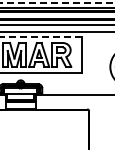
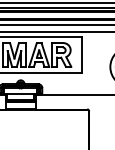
line at (57, 3): dashed -> solid
line at (40, 36): dashed -> solid
